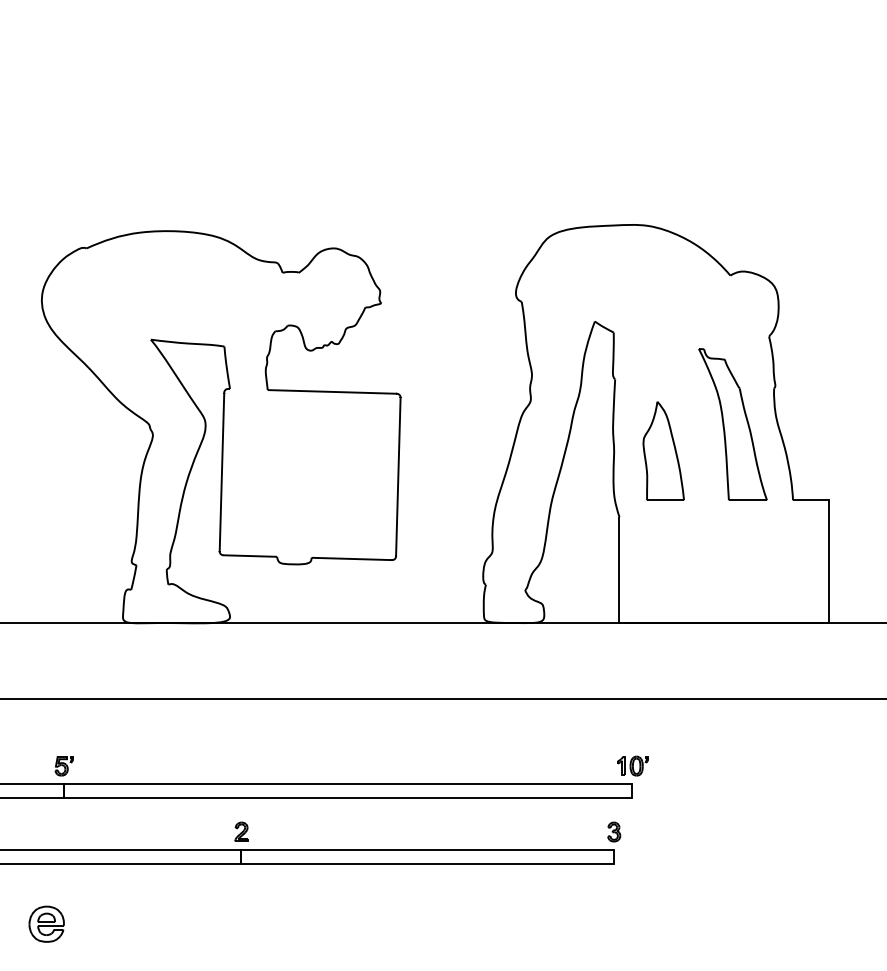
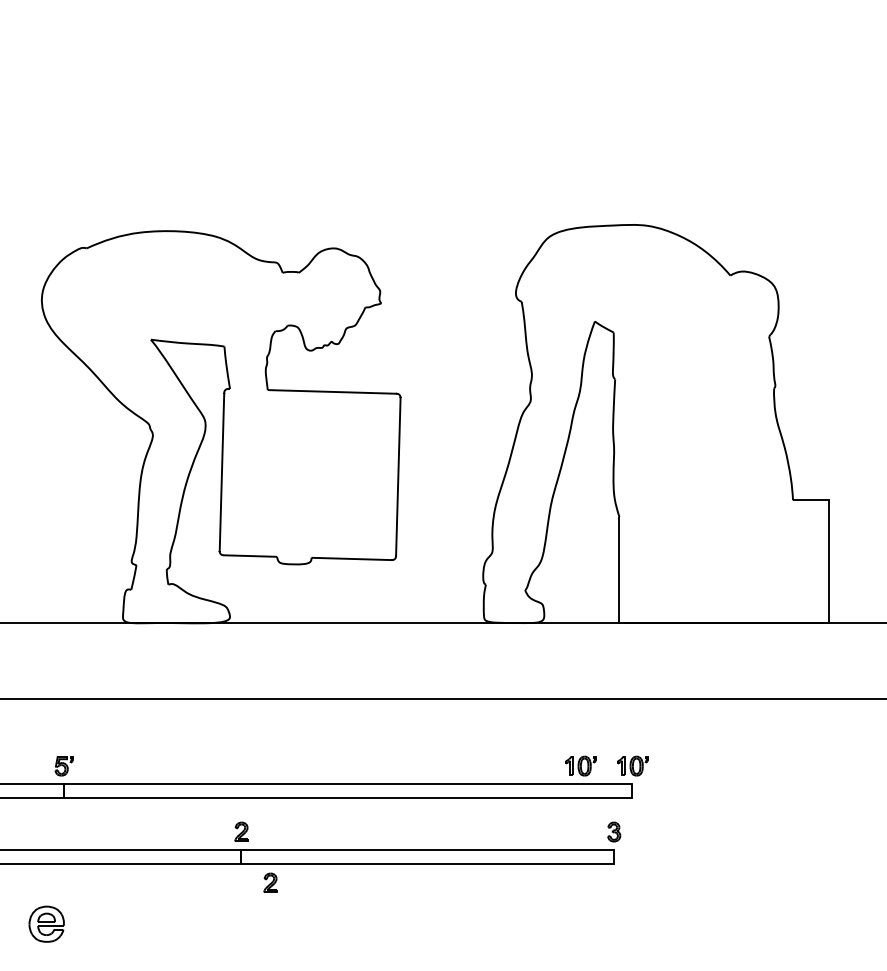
part at (732, 424): present -> none
part at (663, 450): present -> none
part at (580, 765): none -> present
part at (270, 882): none -> present
